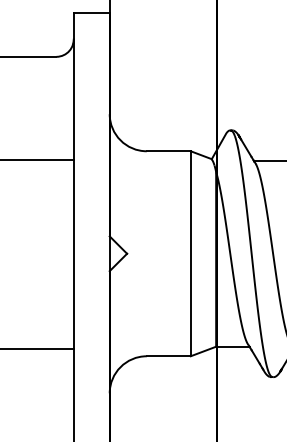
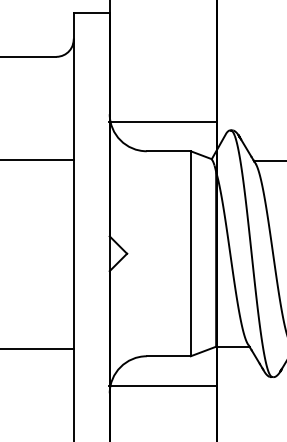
line at (162, 121): none -> present
line at (162, 385): none -> present
